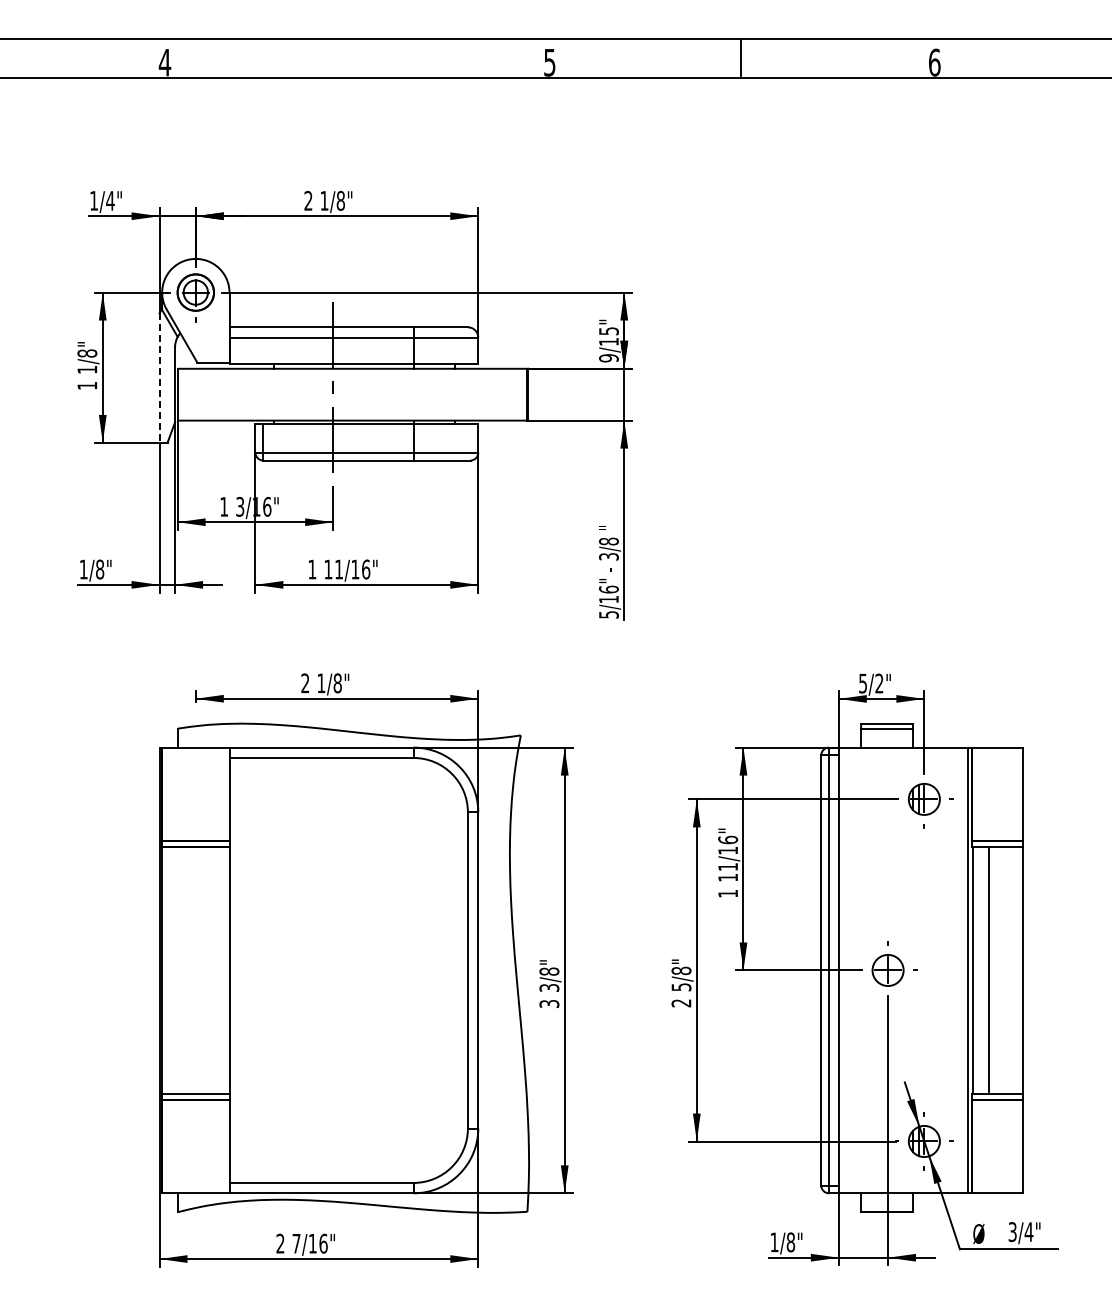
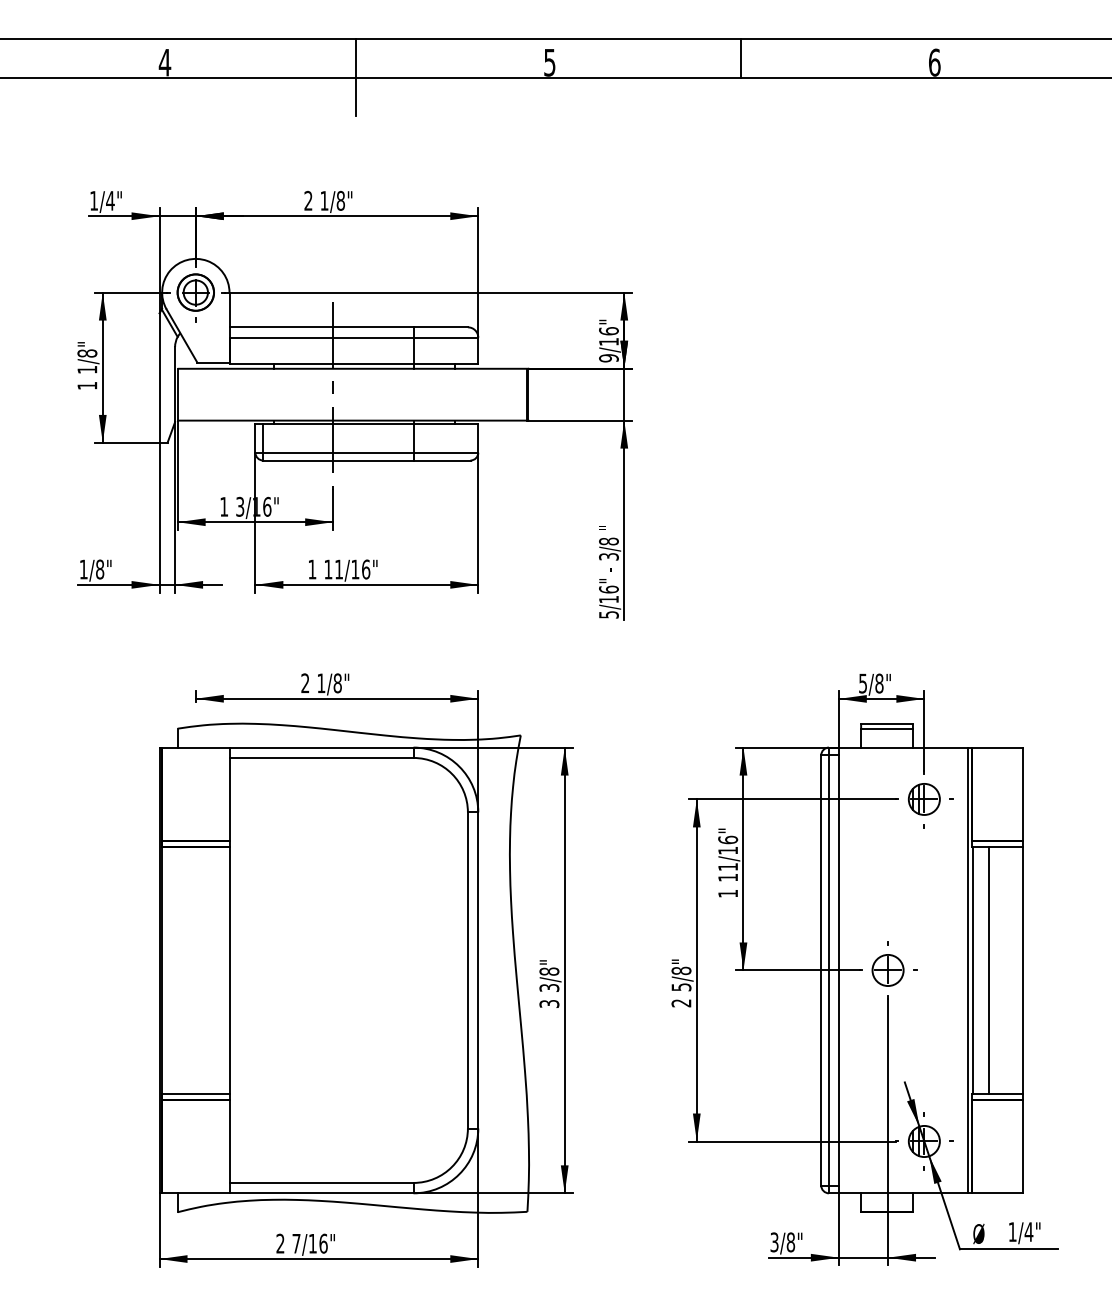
line at (356, 77): none -> present
text at (608, 331): 9/15" -> 9/16"
line at (159, 378): dashed -> solid
text at (879, 683): 5/2" -> 5/8"
text at (1012, 1232): 3/4" -> 1/4"
text at (774, 1242): 1/8" -> 3/8"
